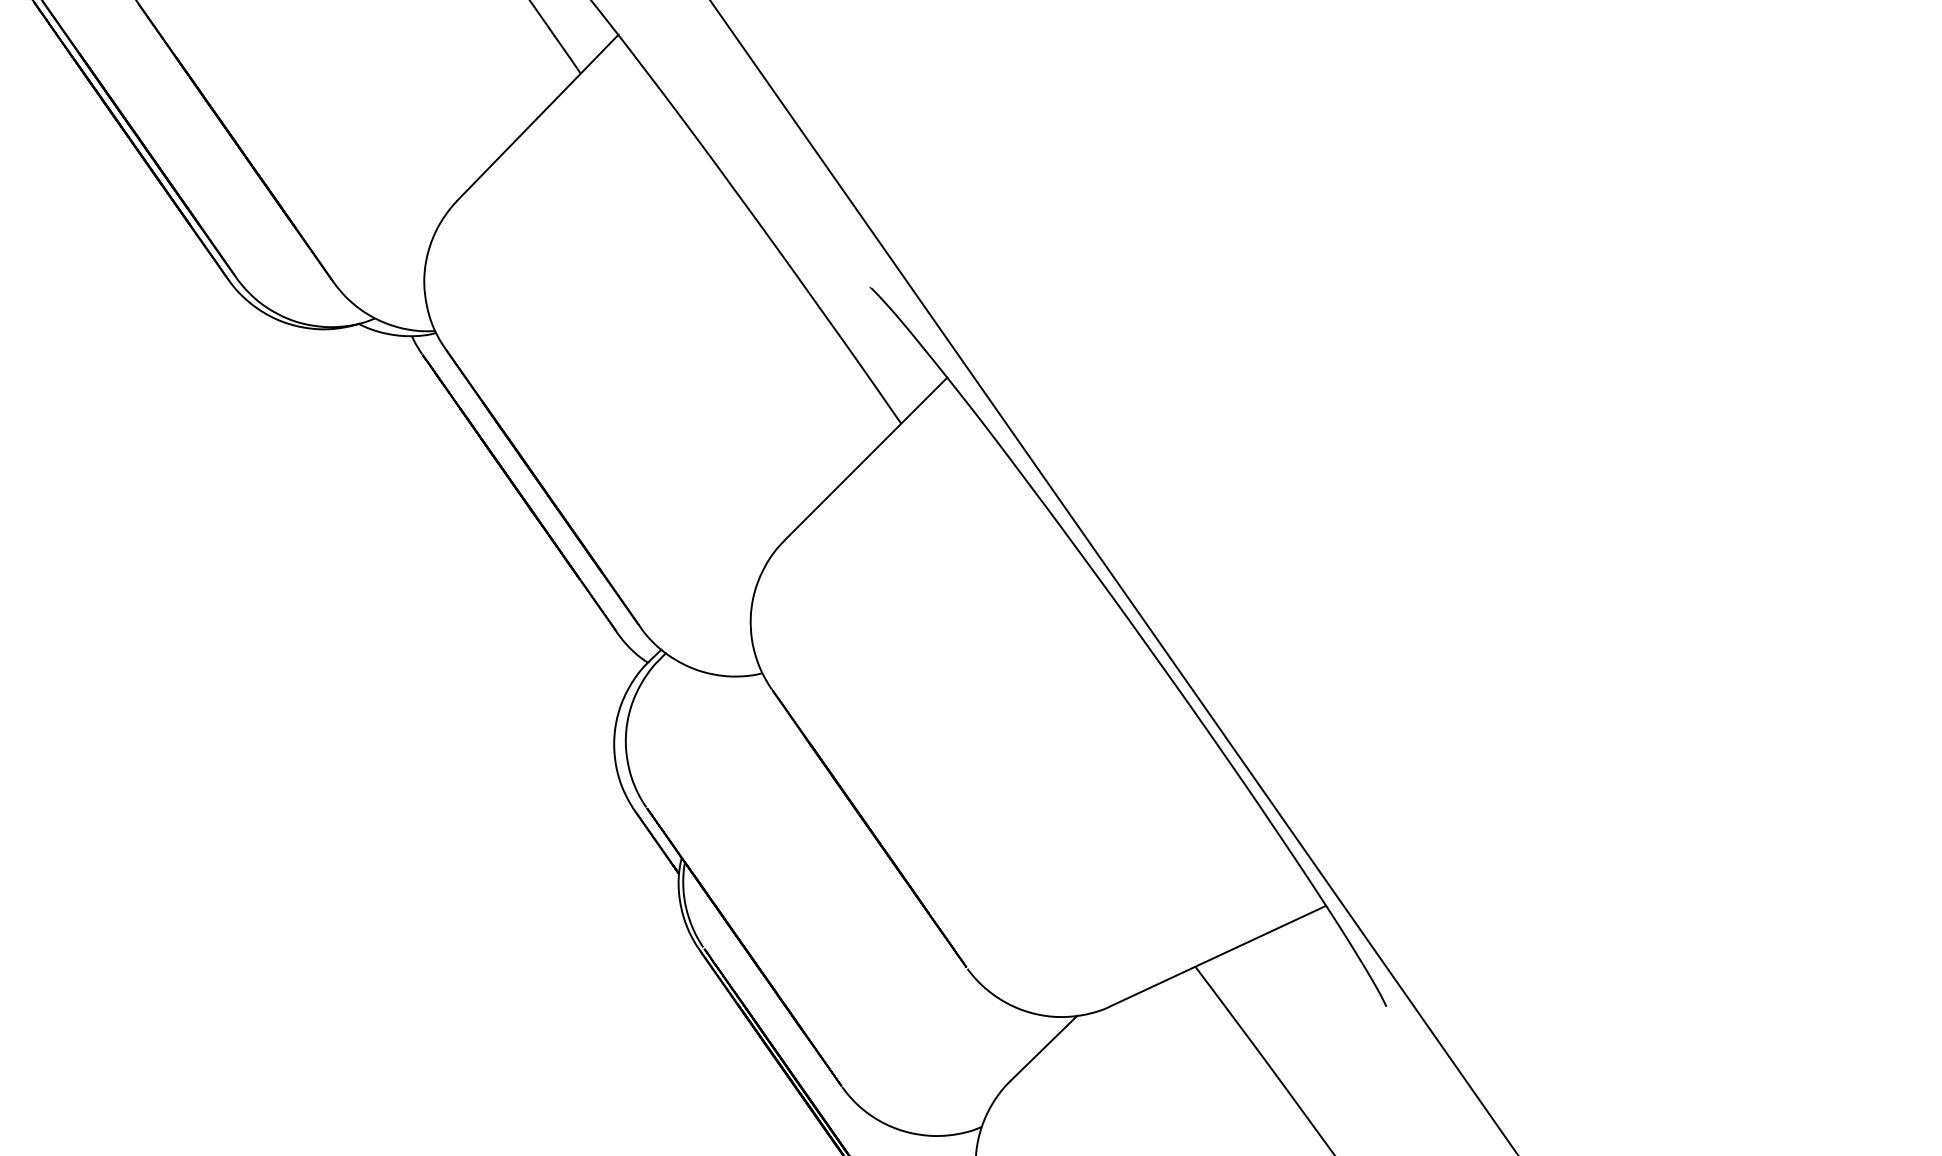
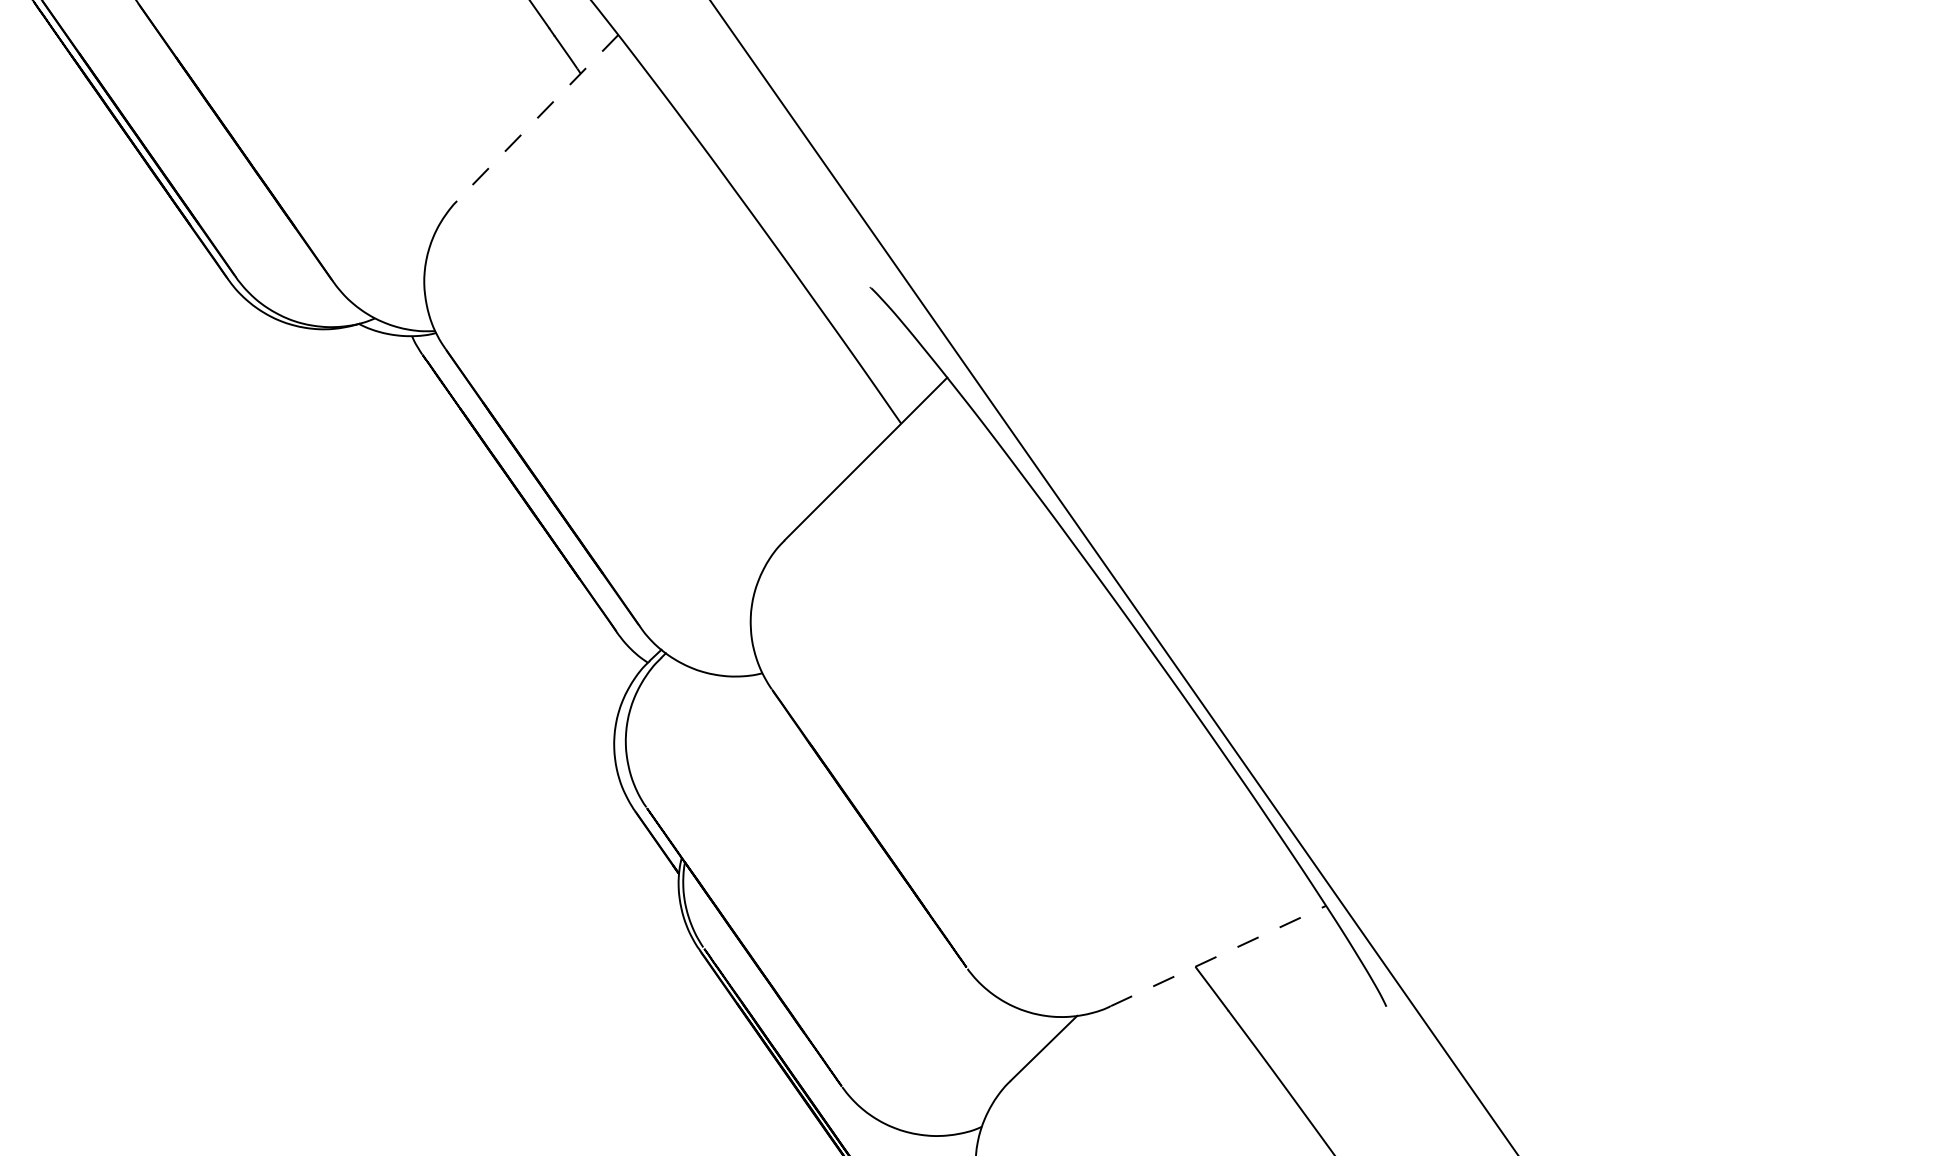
line at (537, 117): solid -> dashed
line at (1218, 955): solid -> dashed
